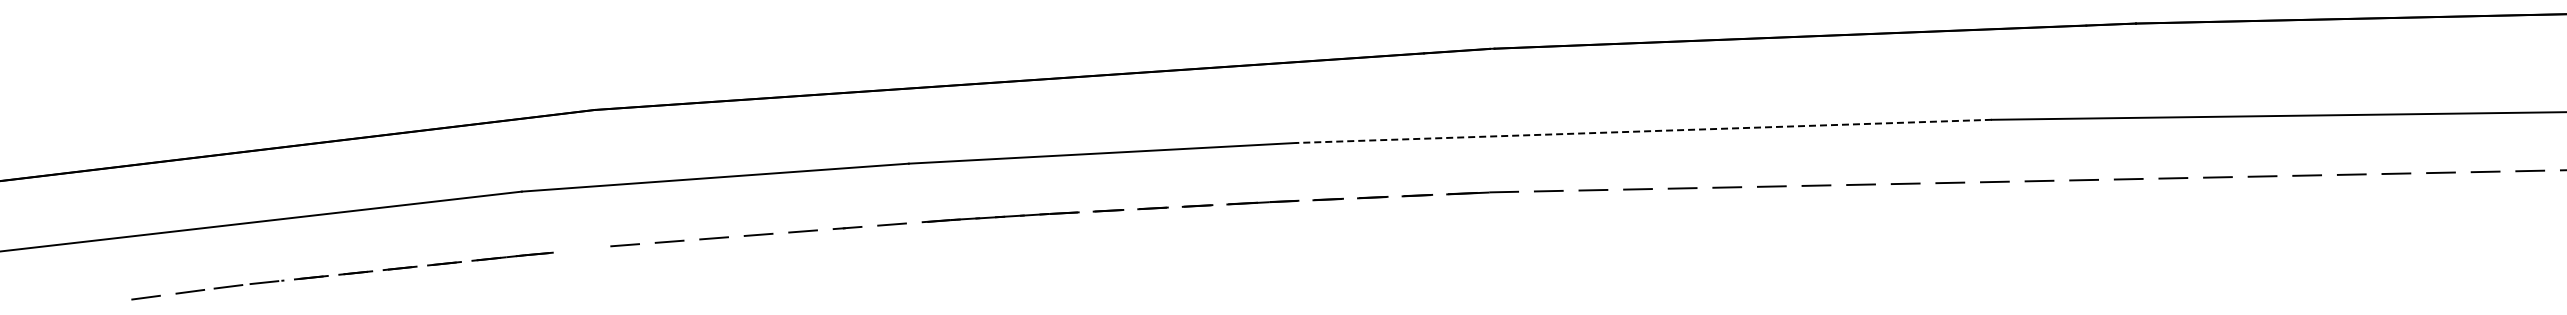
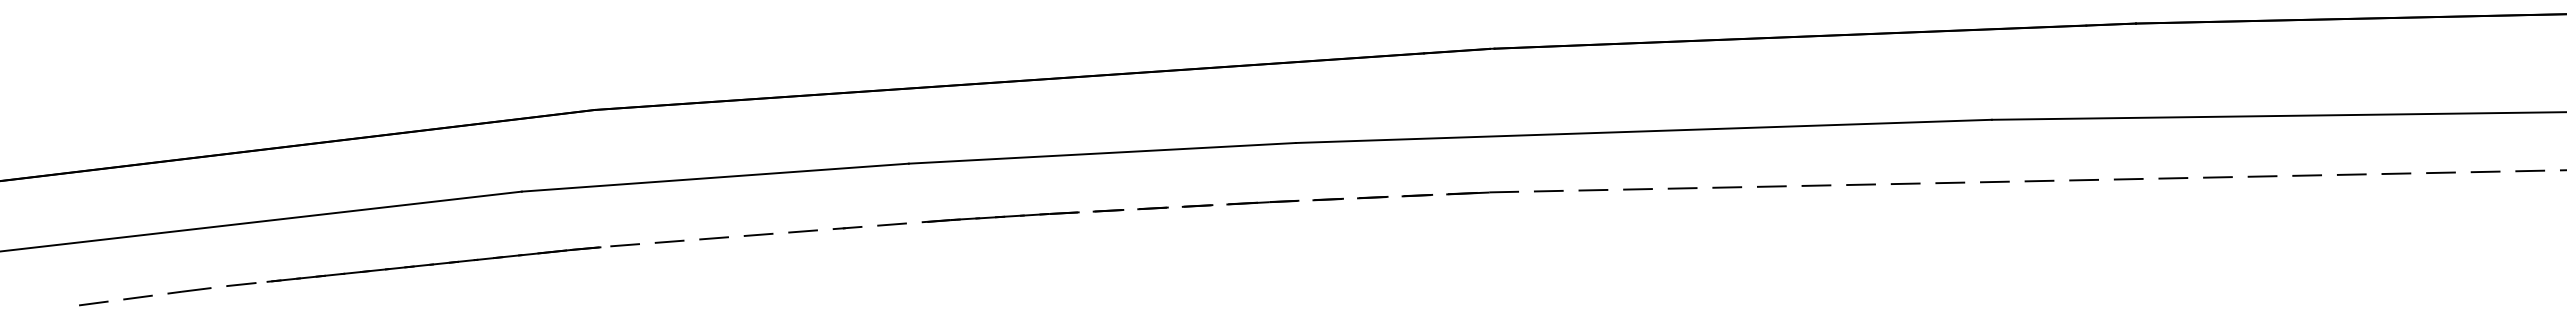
line at (1643, 131): dashed -> solid
part at (342, 275) size: 423x50 px -> 523x61 px
